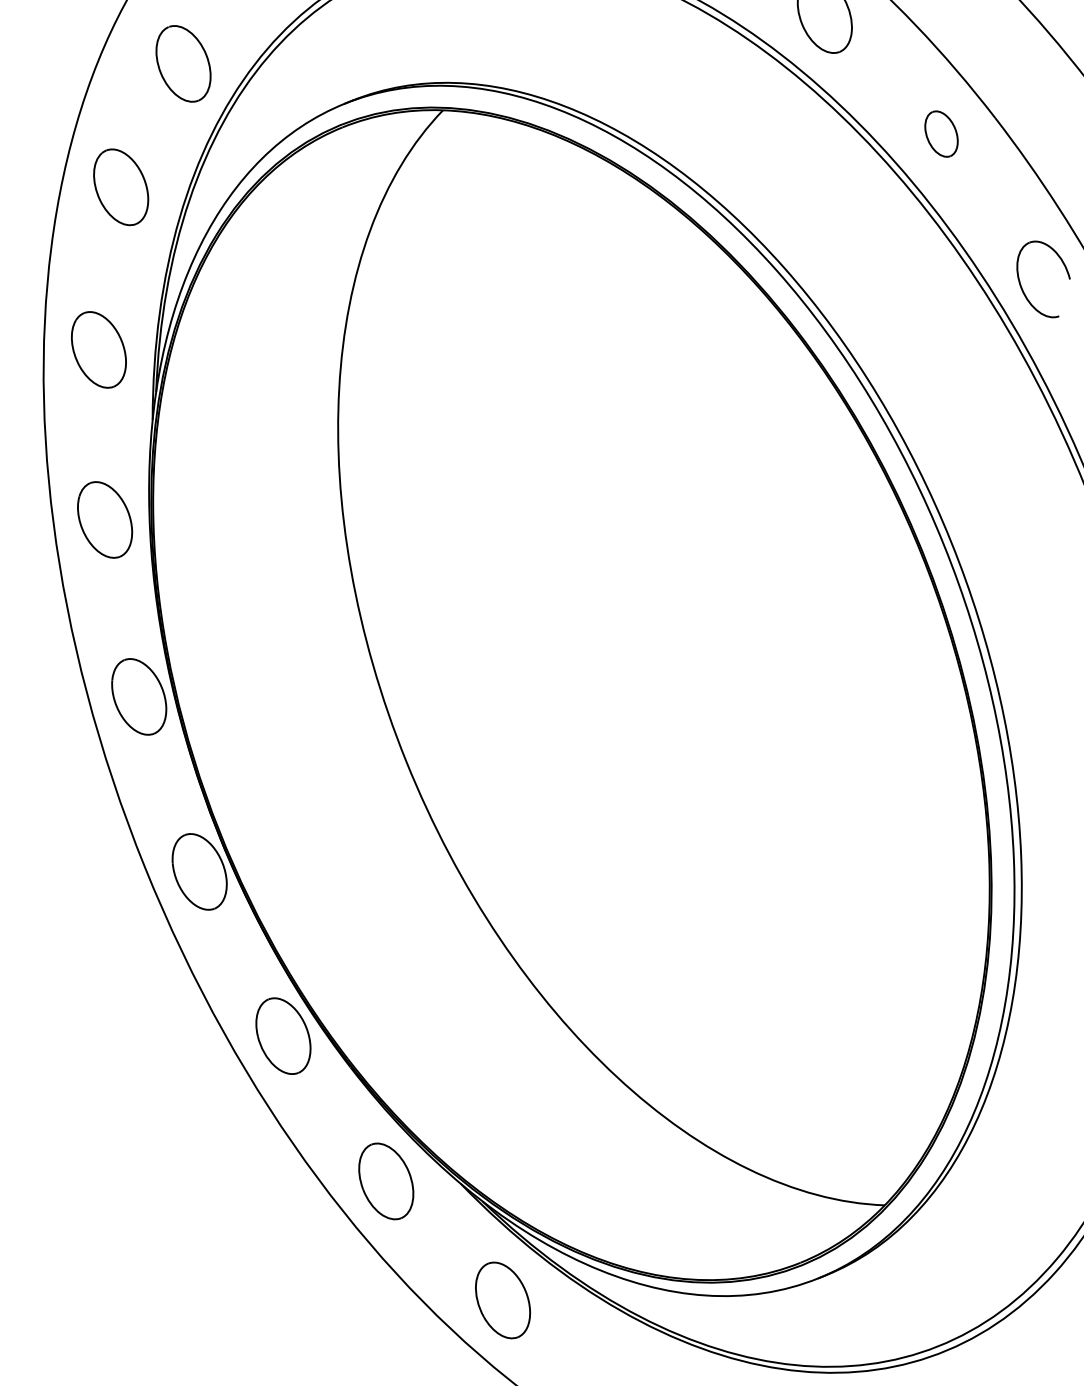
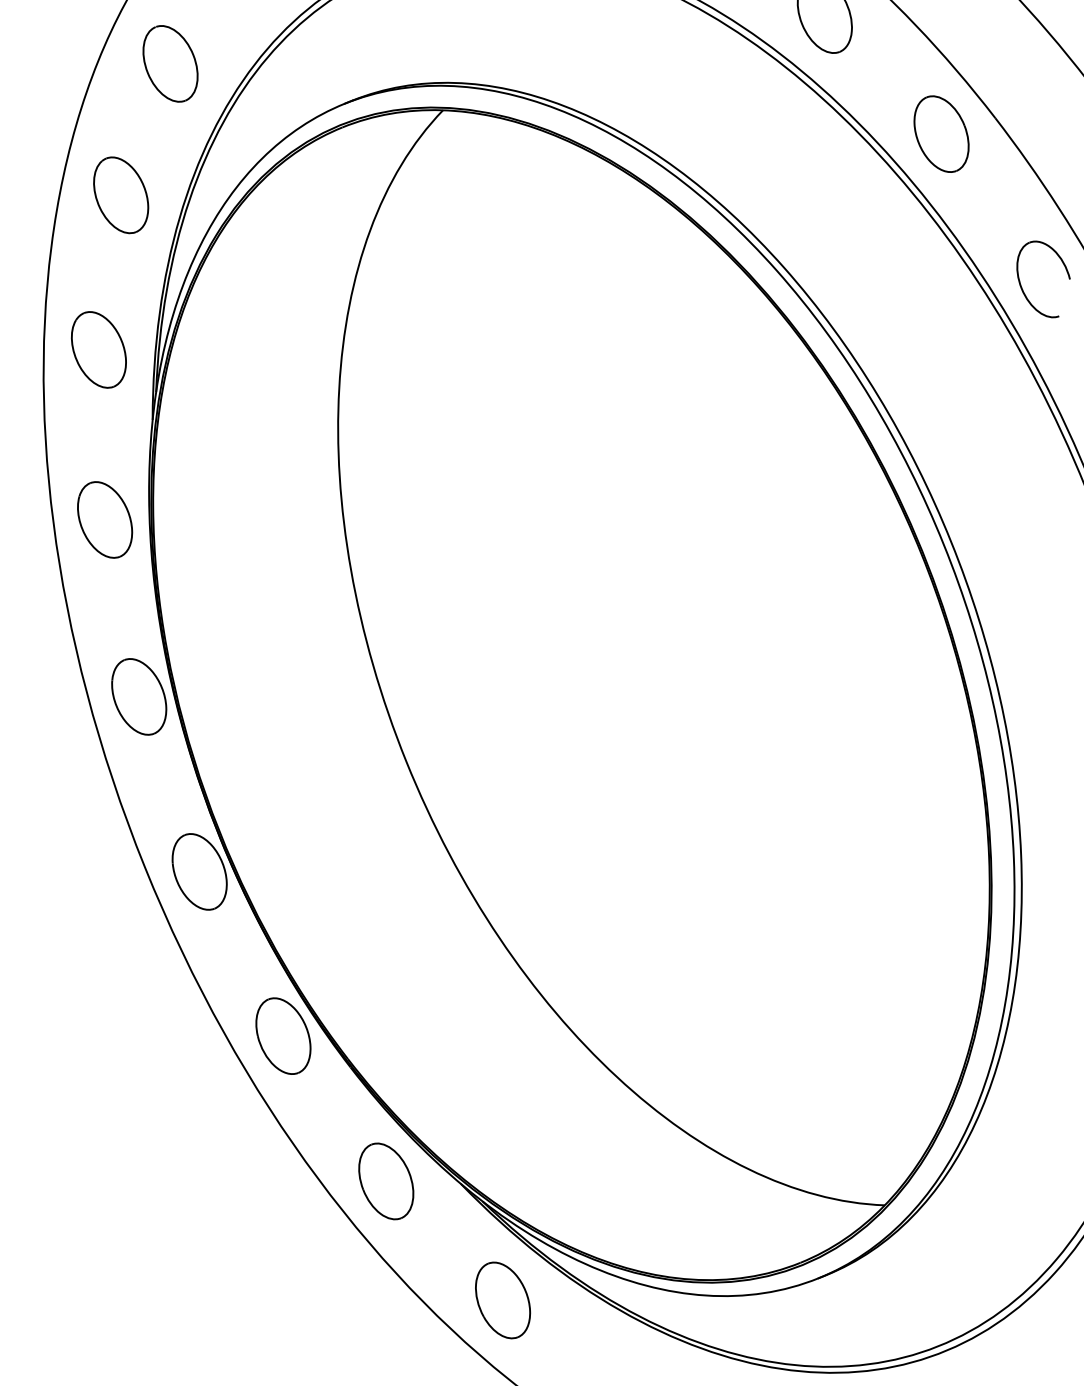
part at (183, 63) position: (183, 63) -> (170, 63)
part at (941, 133) size: 35x48 px -> 57x78 px
part at (121, 187) position: (121, 187) -> (121, 195)
